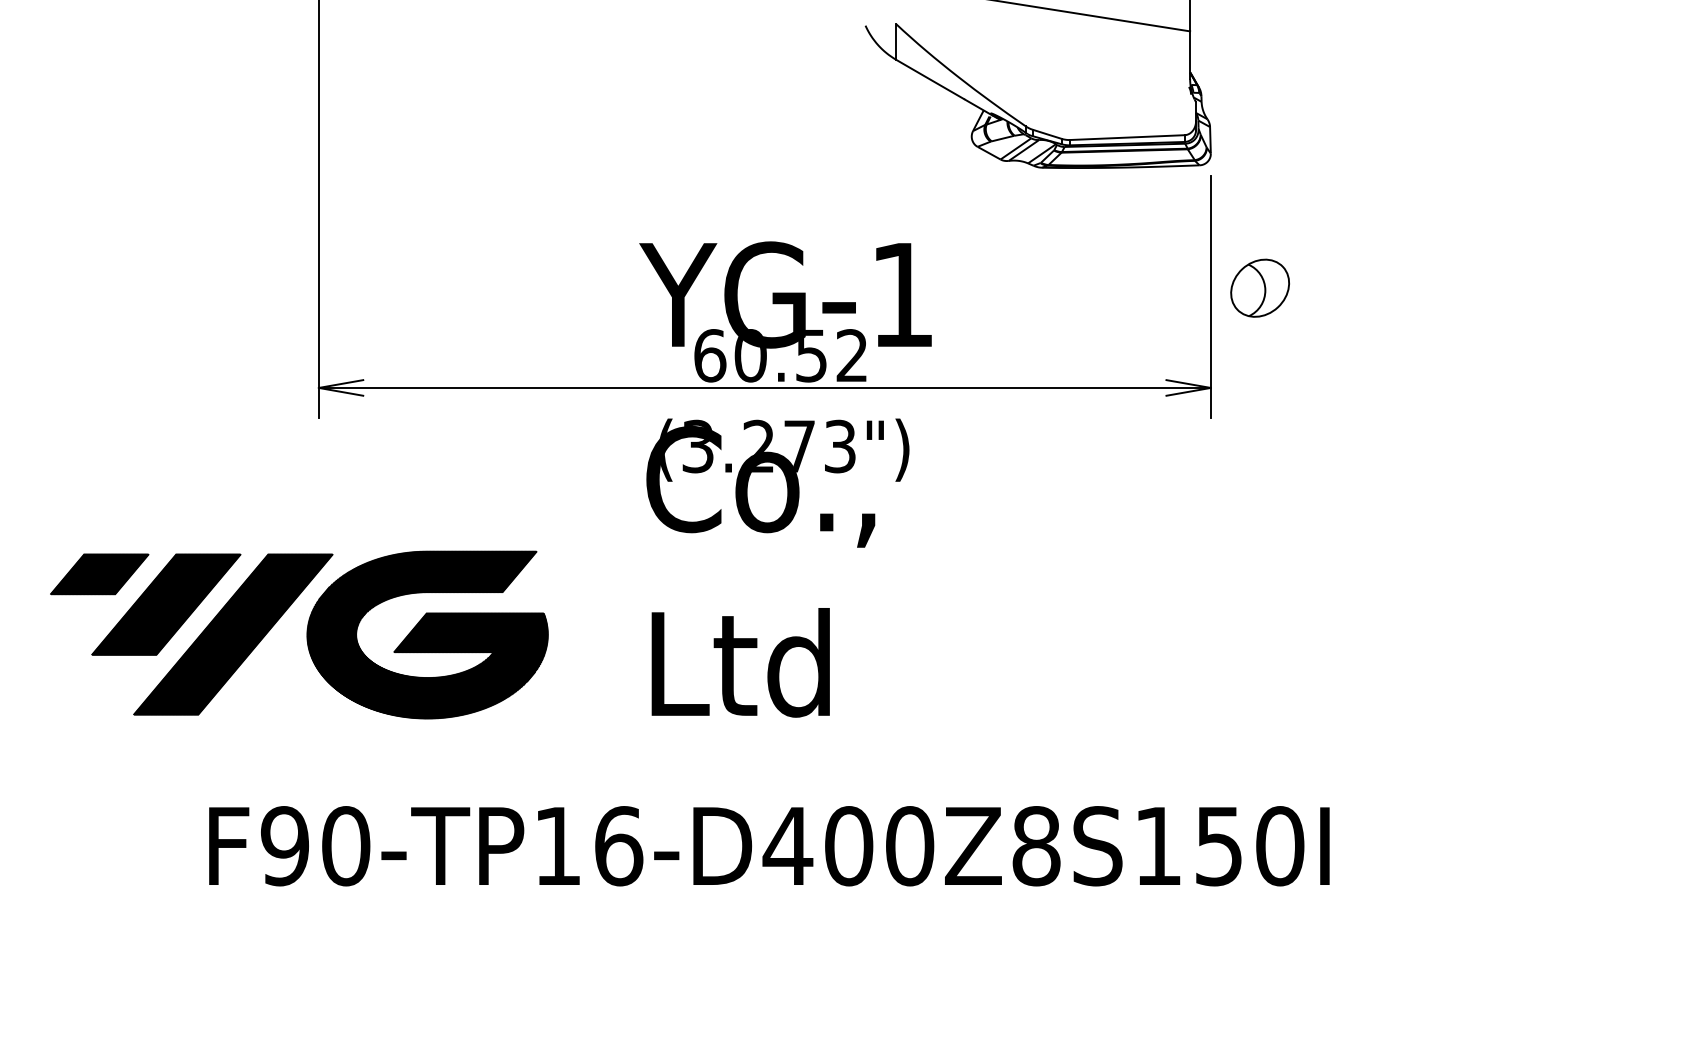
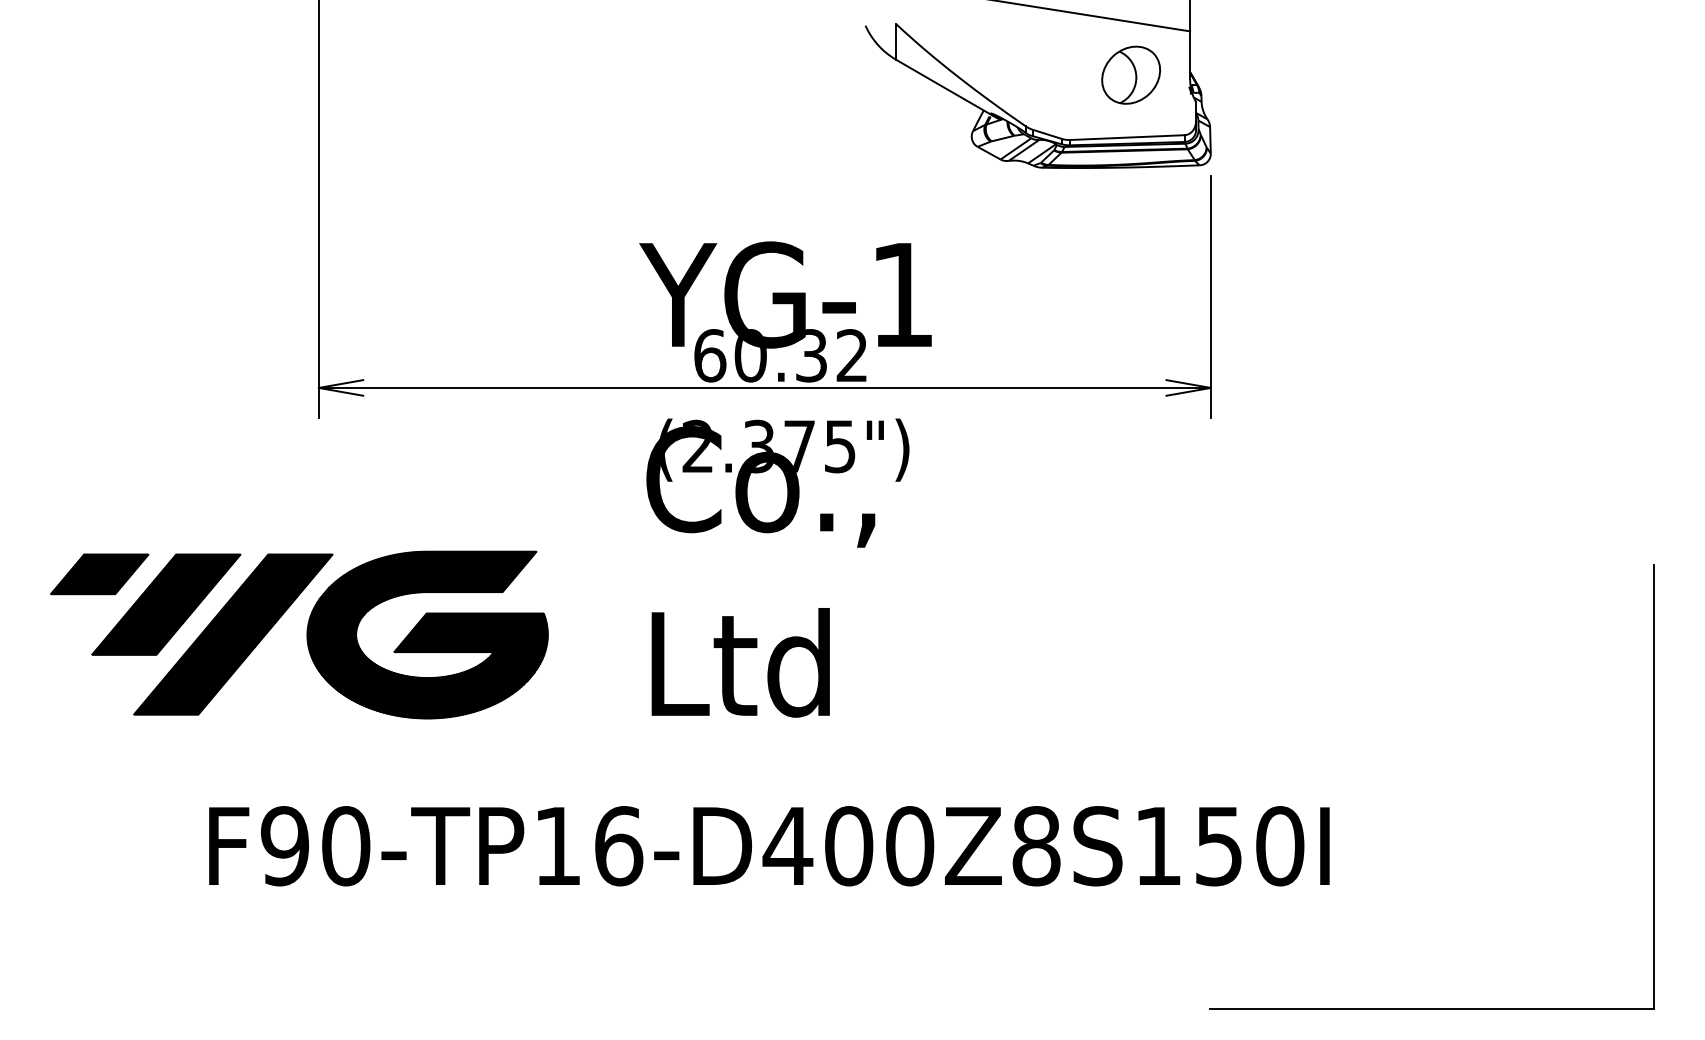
part at (1259, 287) position: (1259, 287) -> (1130, 74)
text at (811, 355): 60.52 -> 60.32
text at (768, 446): (3.273") -> (2.375")
part at (1653, 786): none -> present
